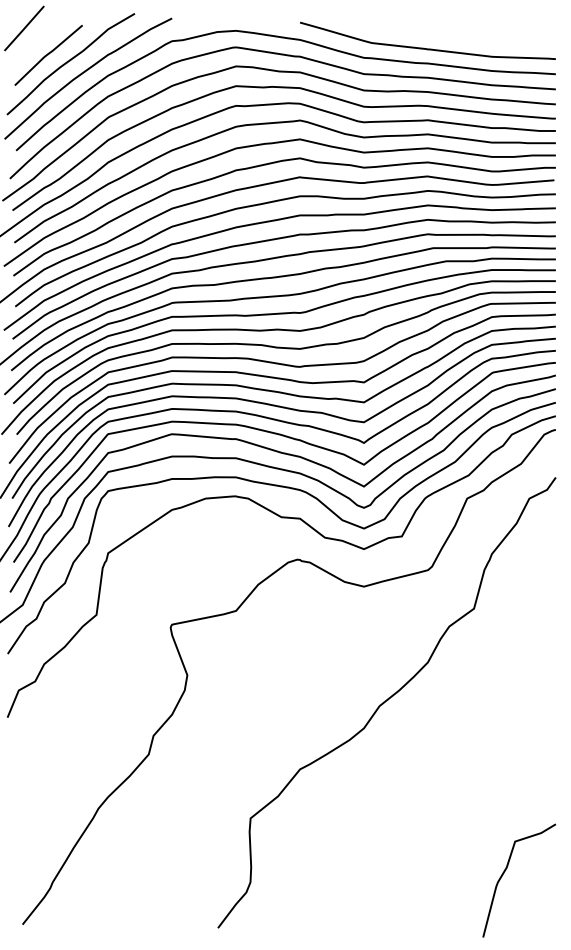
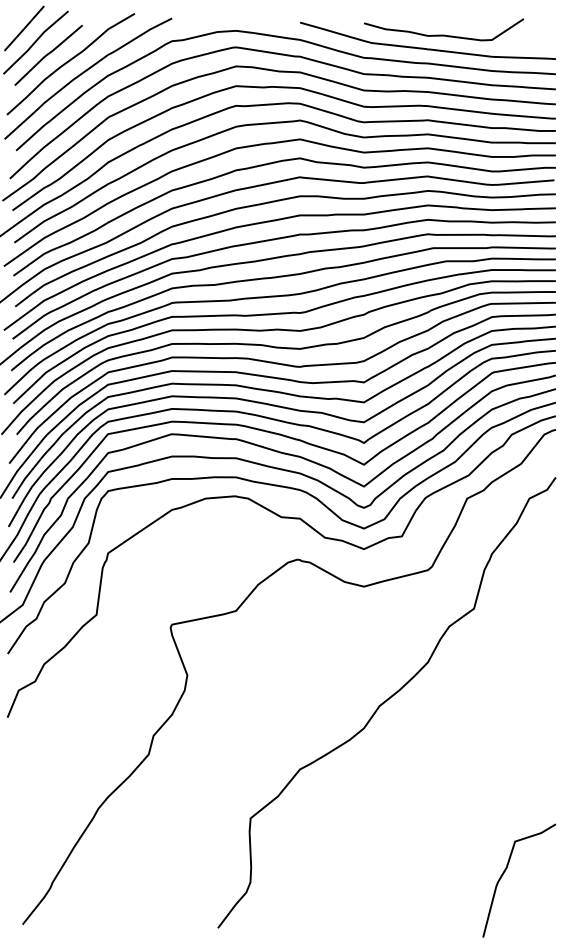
curve at (444, 34): none -> present
line at (35, 42): none -> present
